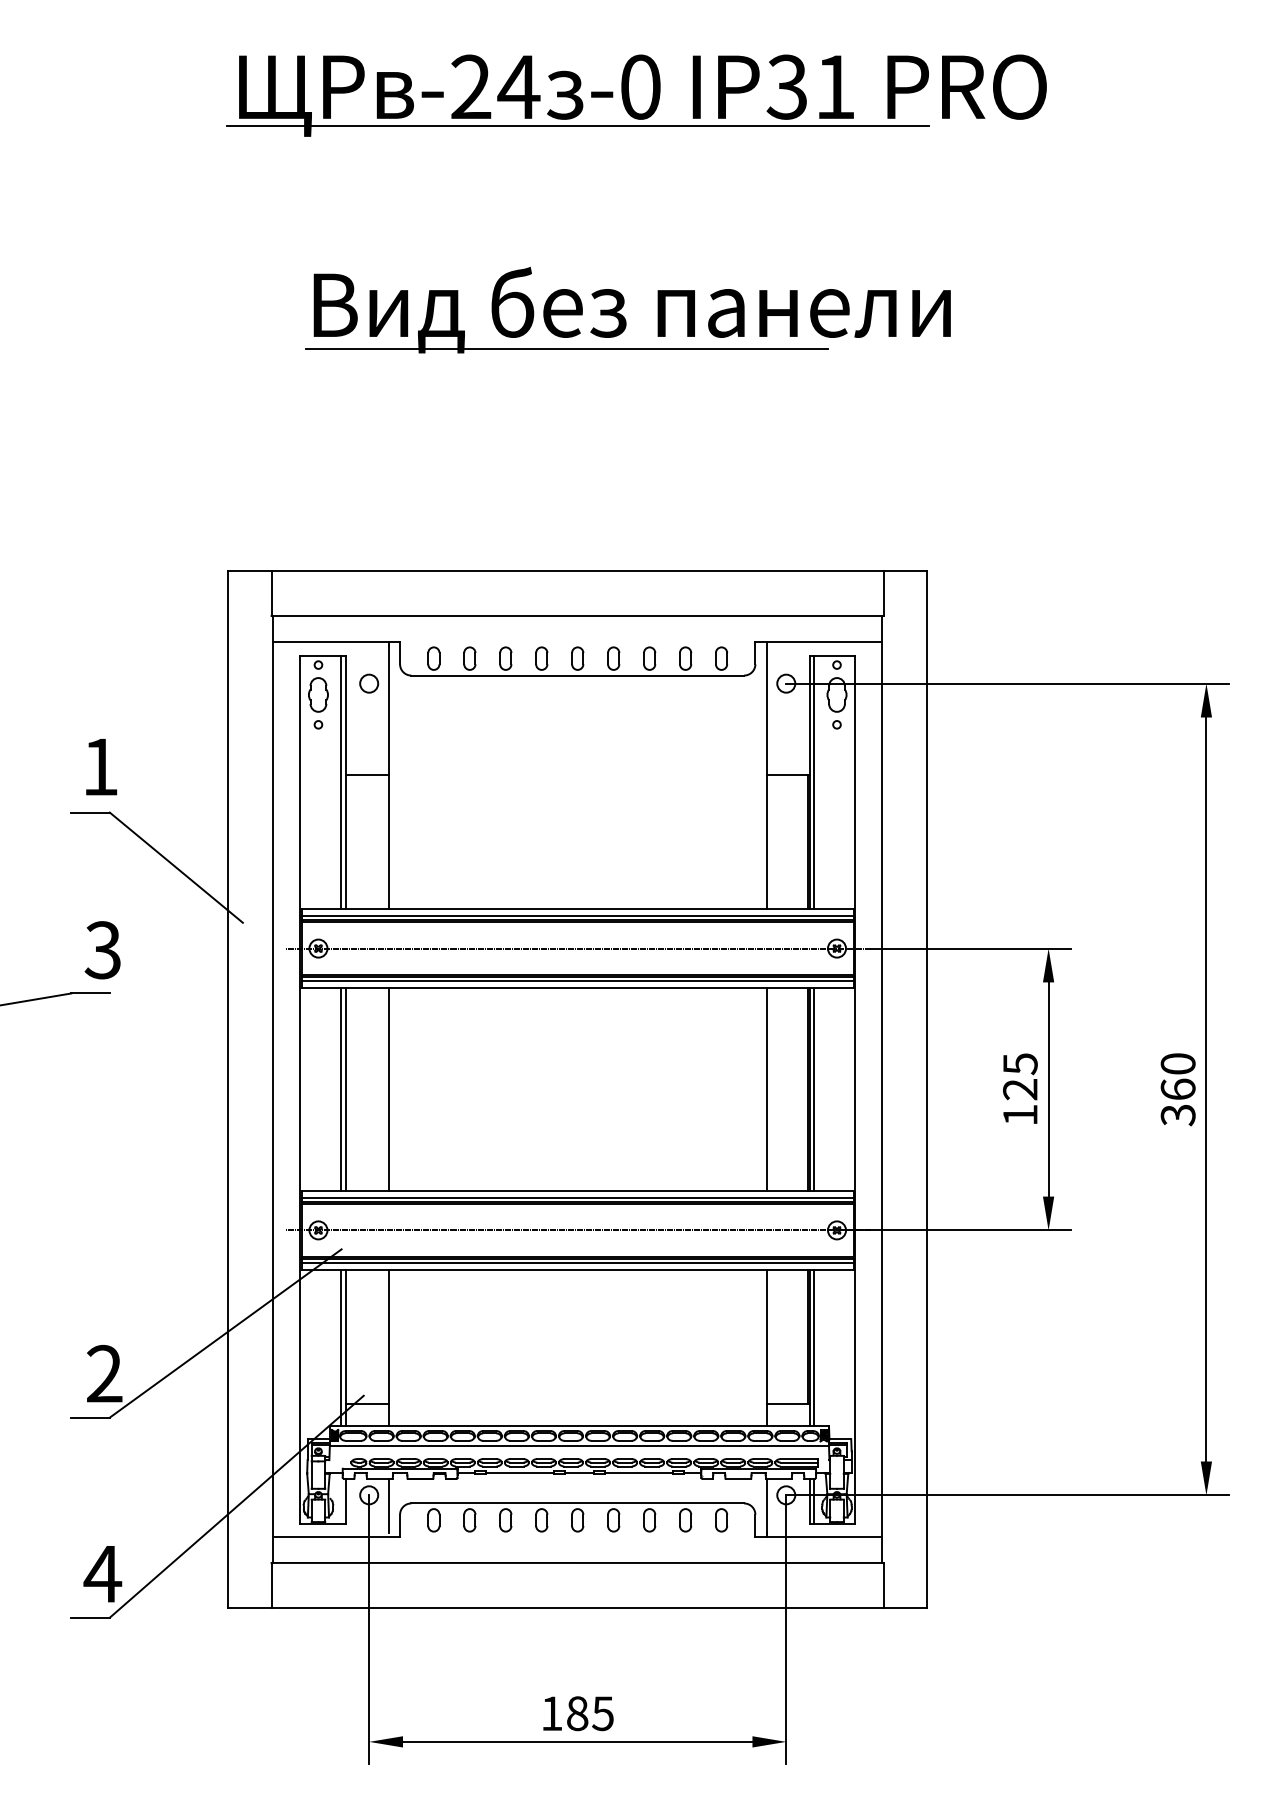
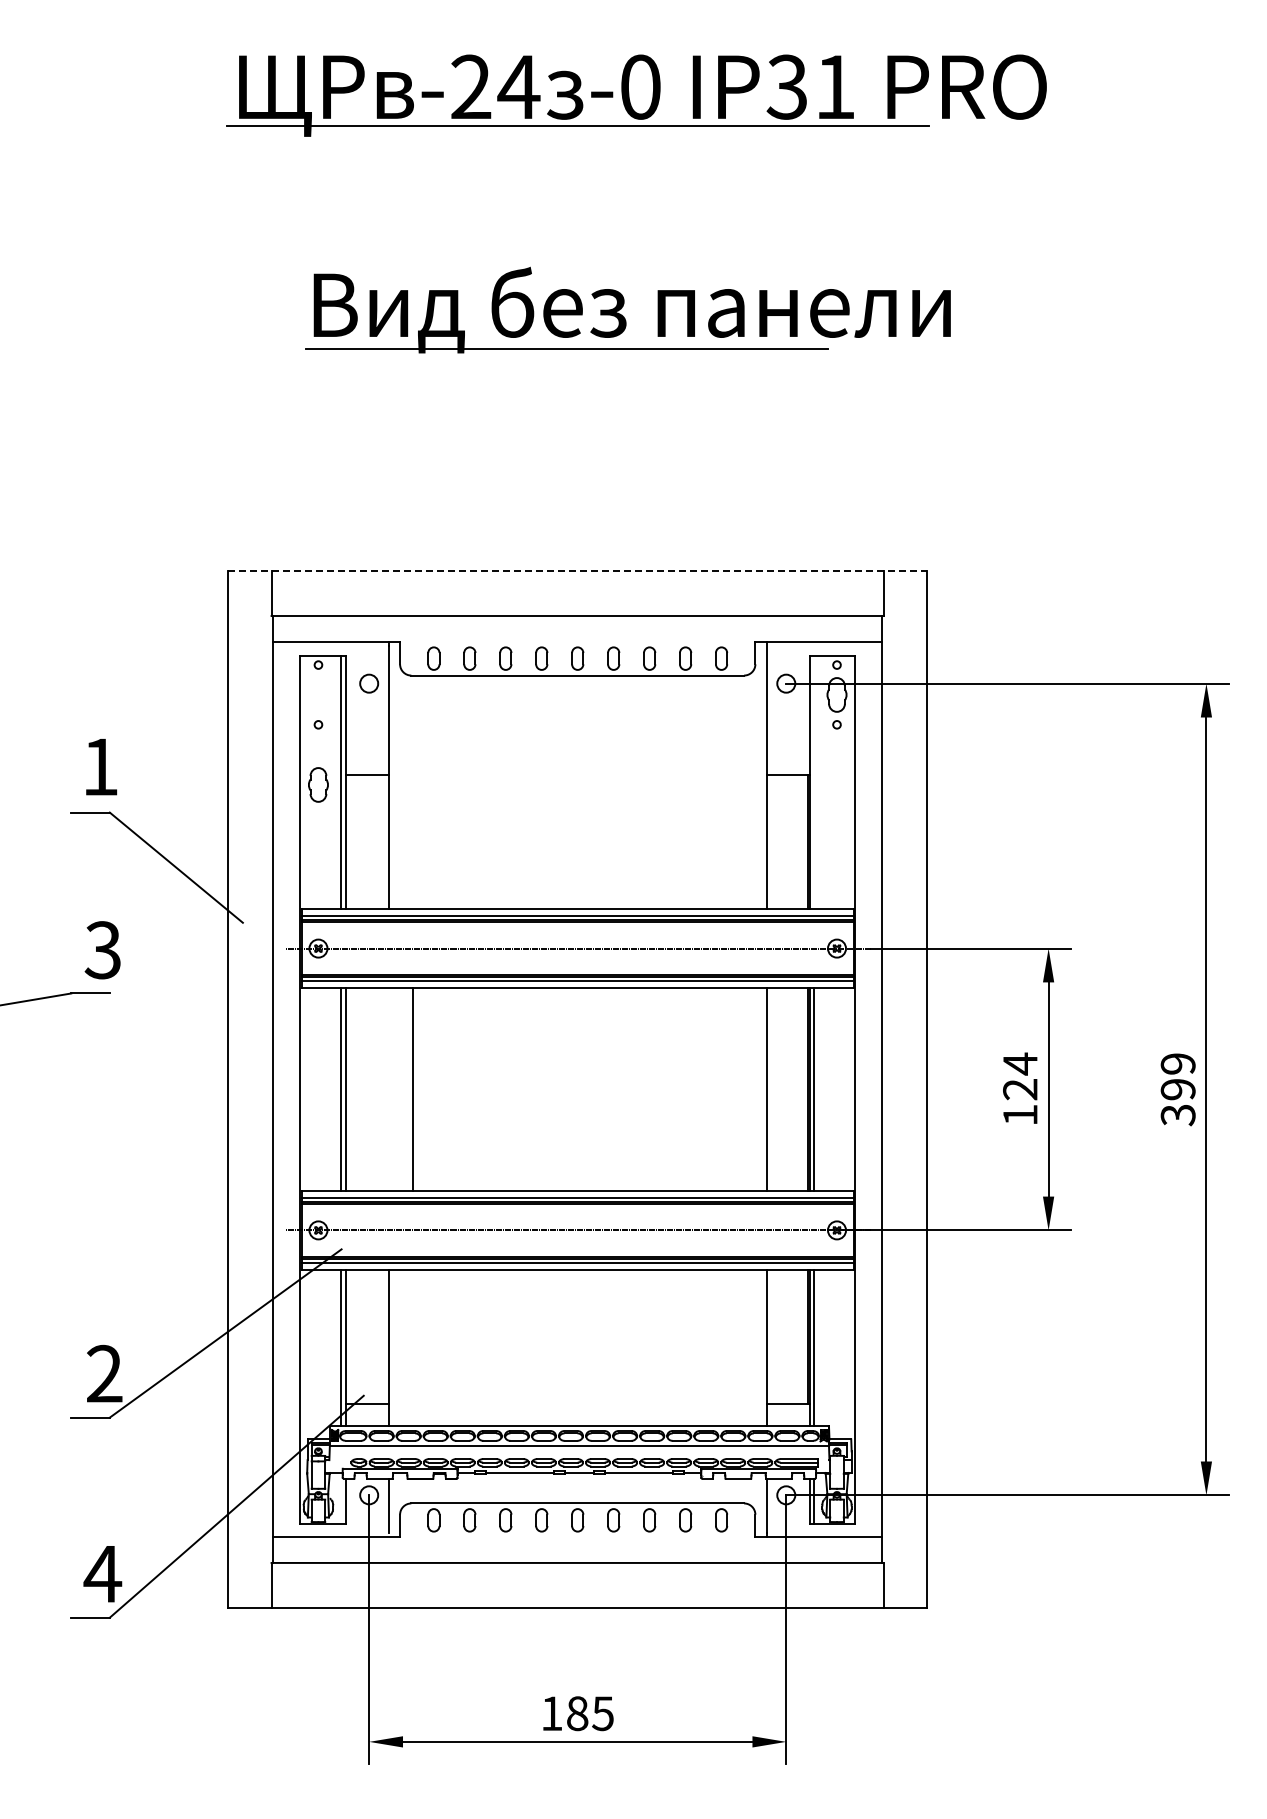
line at (578, 570): solid -> dashed
part at (318, 694) position: (318, 694) -> (318, 784)
line at (814, 781): present -> none
text at (1020, 1063): 125 -> 124
text at (1177, 1076): 360 -> 399
line at (388, 1089) position: (388, 1089) -> (412, 1089)
